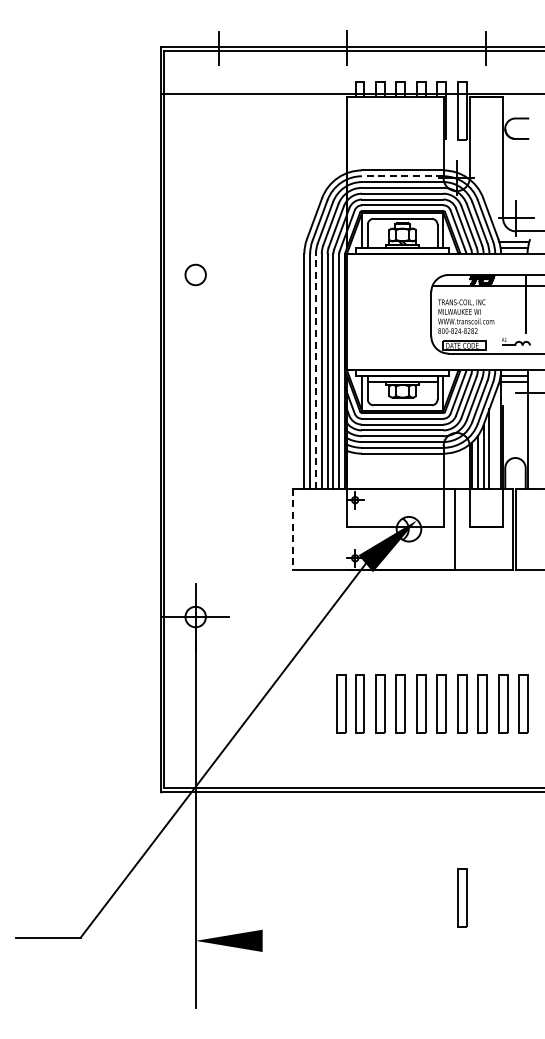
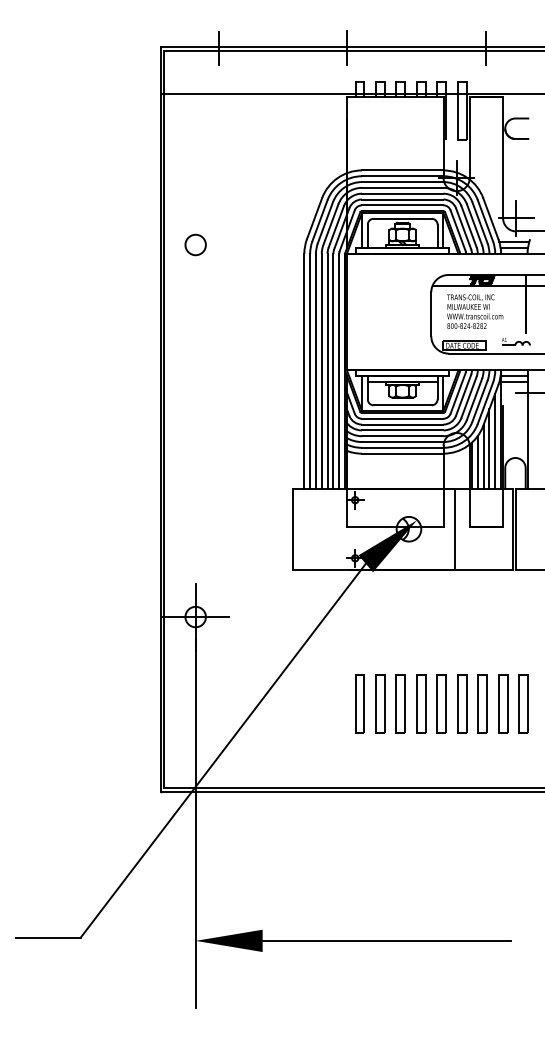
line at (402, 176): dashed -> solid
circle at (195, 274) position: (195, 274) -> (195, 244)
text at (466, 316) position: (466, 316) -> (475, 311)
line at (315, 370): dashed -> solid
line at (495, 440): none -> present
line at (292, 529): dashed -> solid
part at (341, 703): present -> none
part at (462, 897): present -> none
line at (386, 940): none -> present
